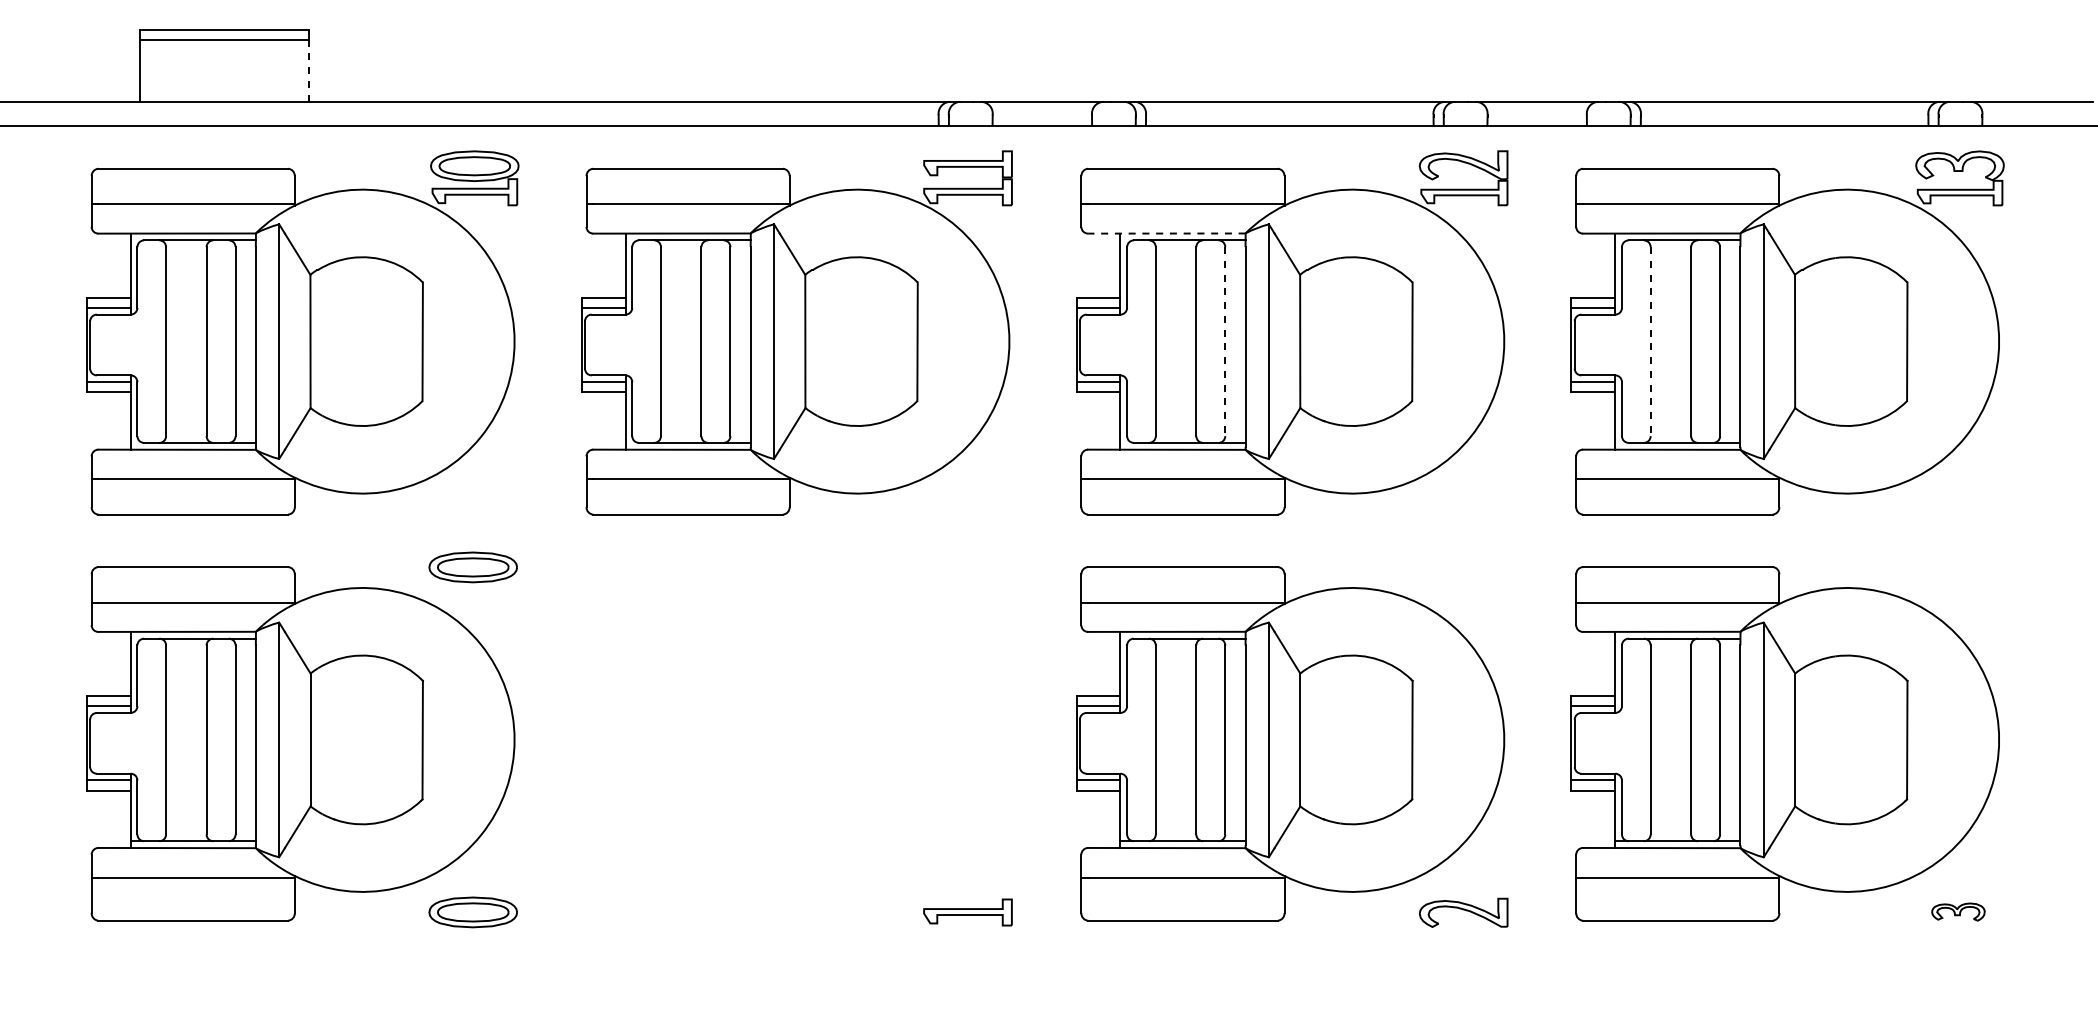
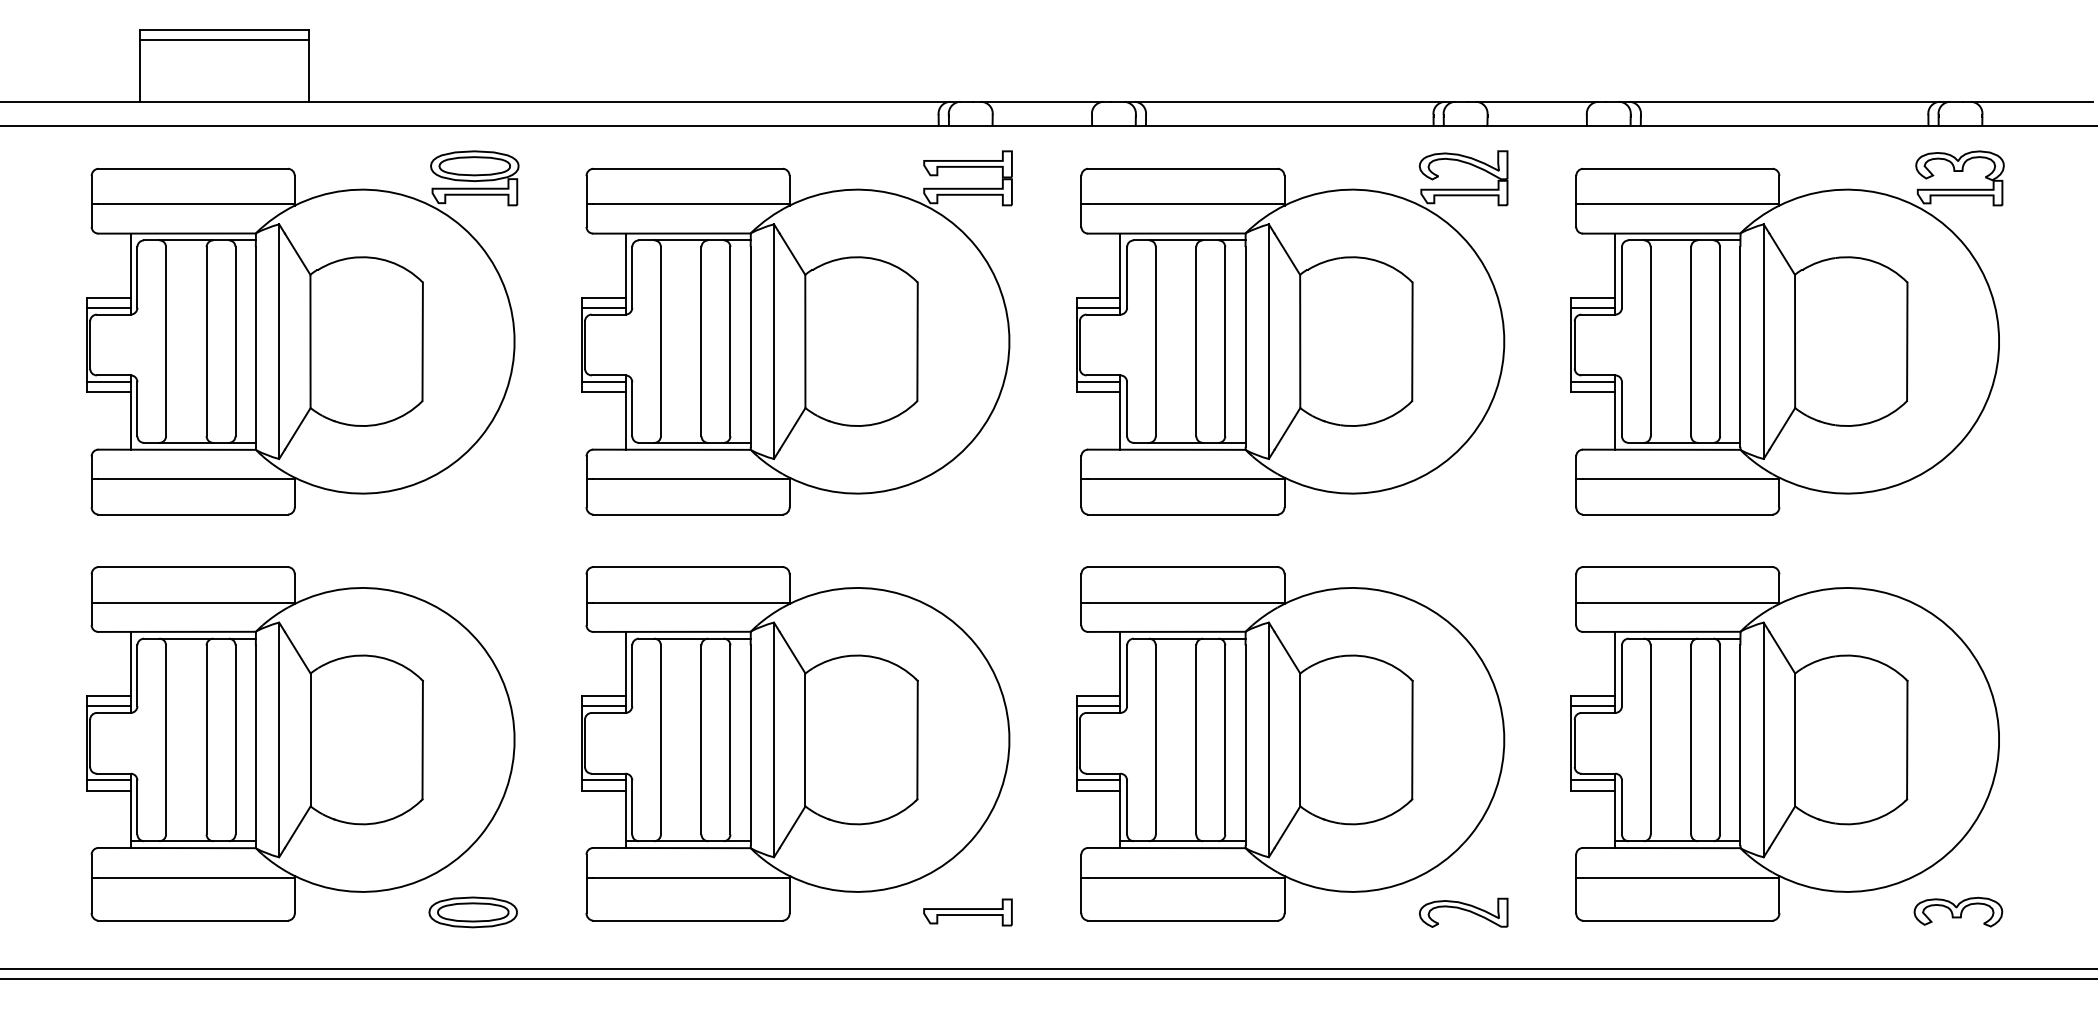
line at (309, 70): dashed -> solid
line at (1166, 233): dashed -> solid
line at (1225, 341): dashed -> solid
line at (1650, 341): dashed -> solid
part at (472, 567): present -> none
part at (795, 743): none -> present
part at (1958, 911) size: 55x20 px -> 91x32 px
line at (1048, 969): none -> present
line at (1048, 979): none -> present
